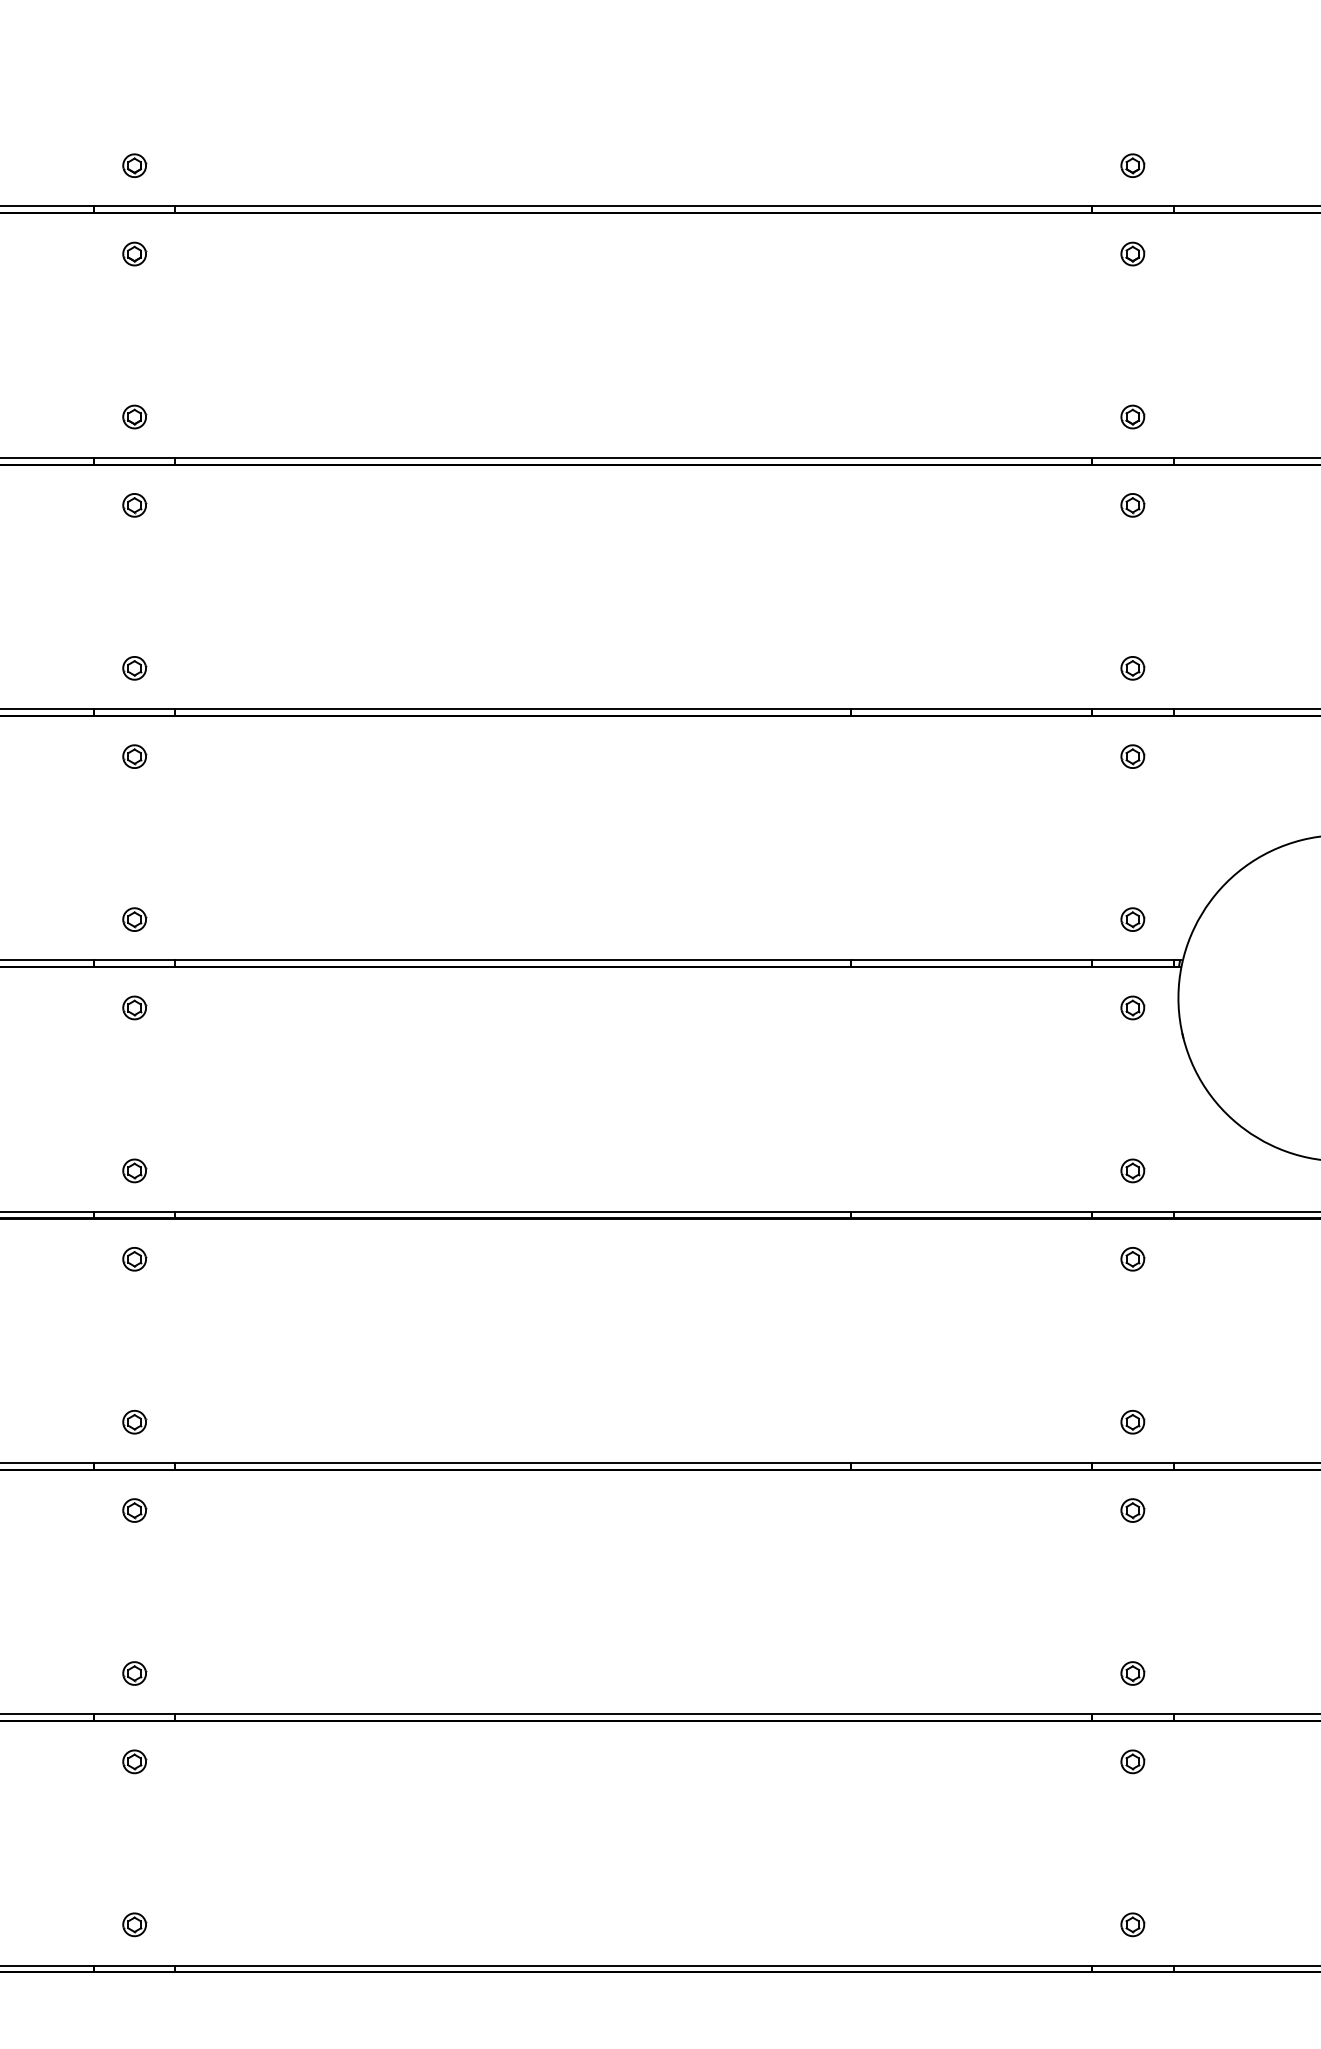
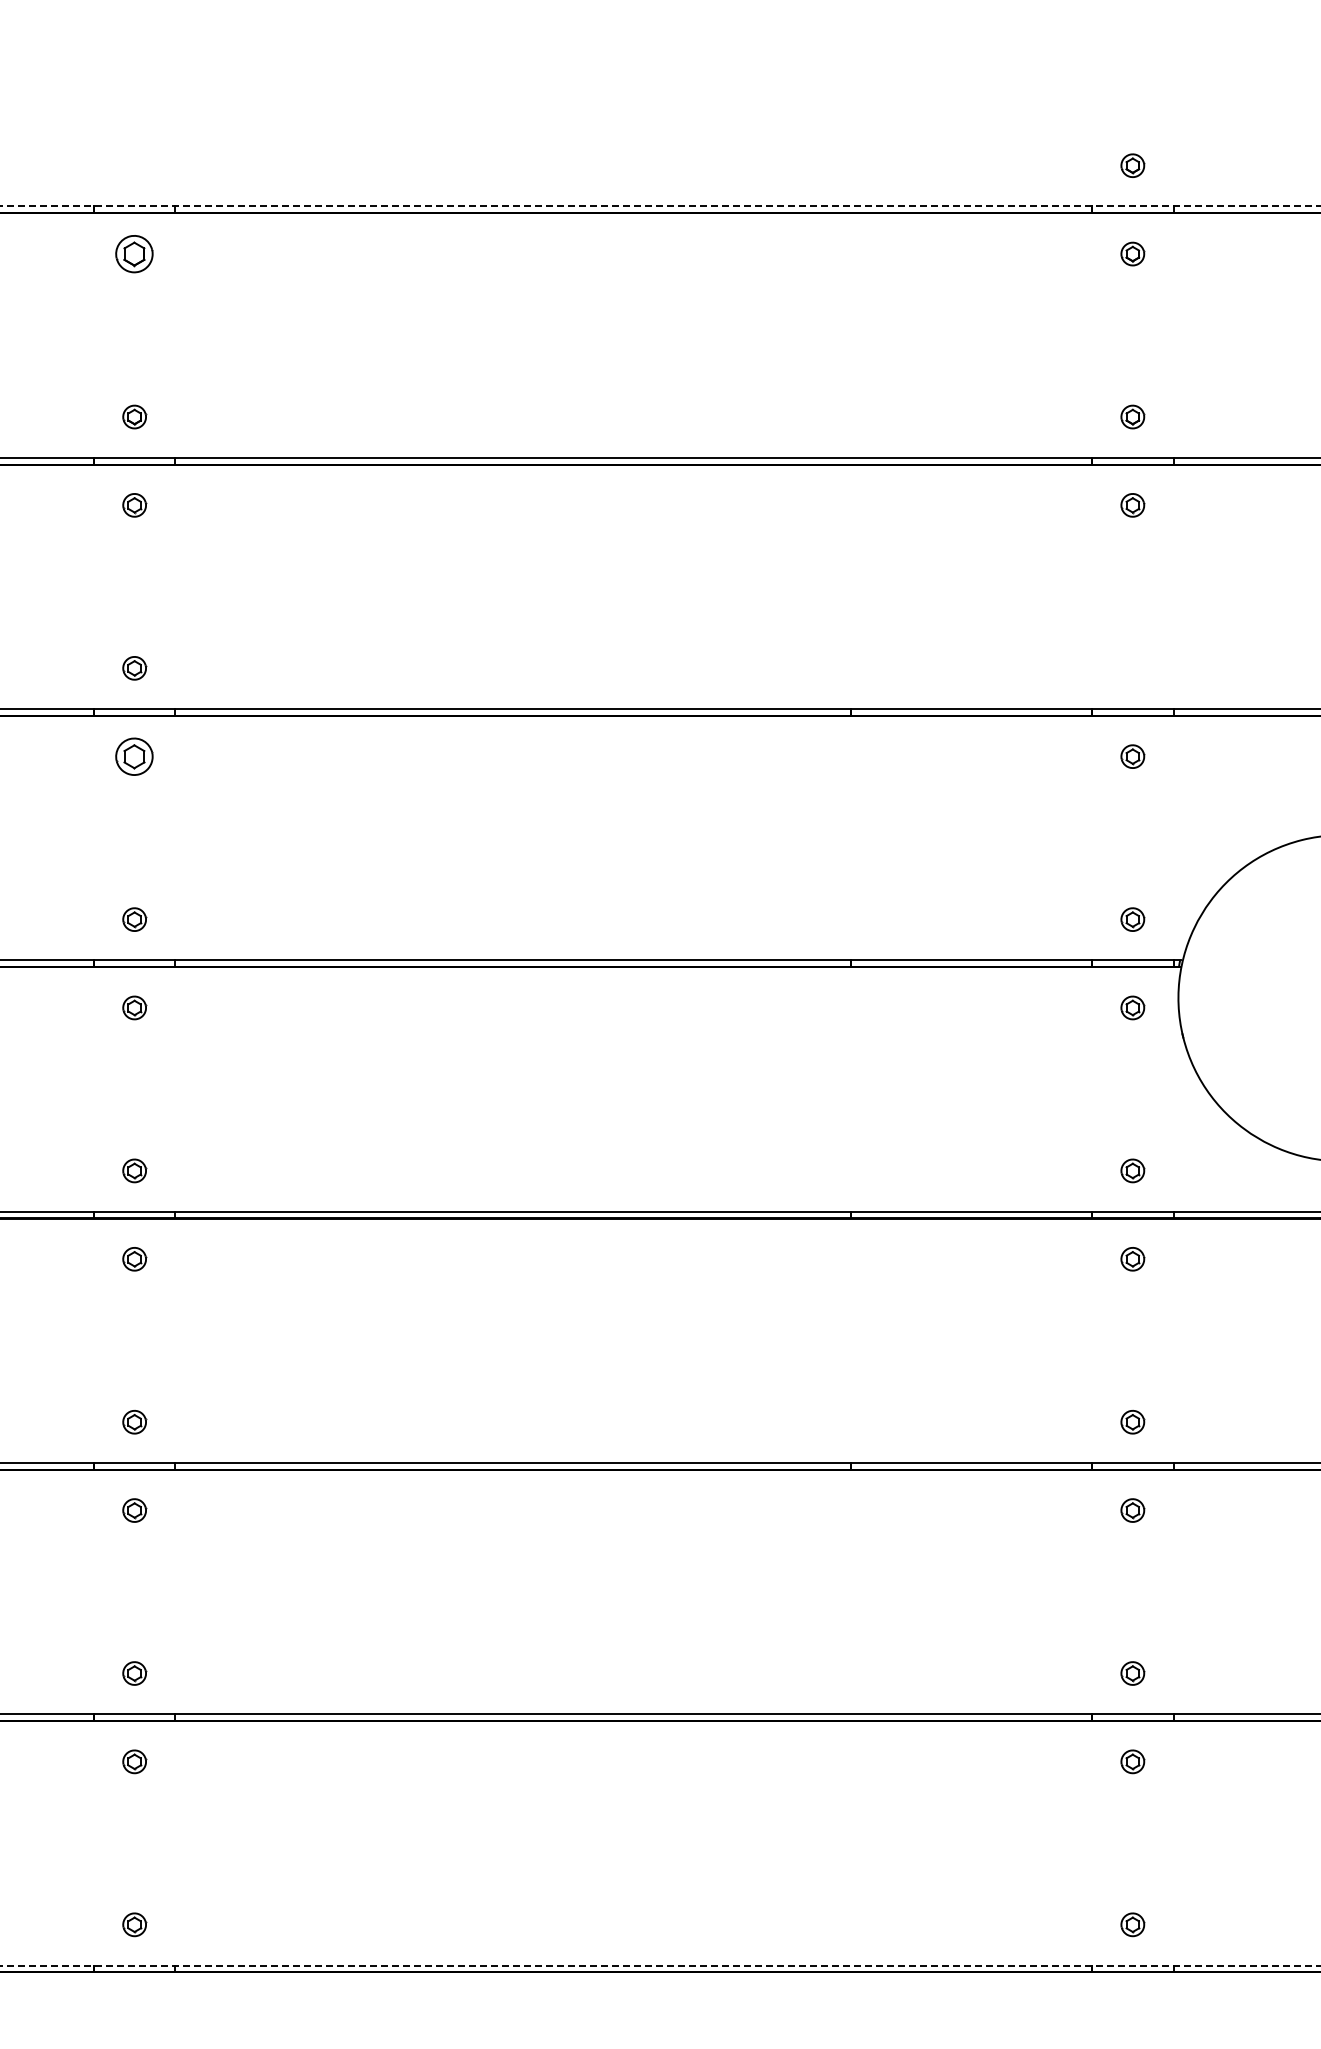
part at (134, 165): present -> none
line at (660, 206): solid -> dashed
part at (134, 253) size: 26x26 px -> 39x39 px
part at (1132, 668): present -> none
part at (134, 756) size: 26x25 px -> 39x39 px
line at (660, 1965): solid -> dashed
